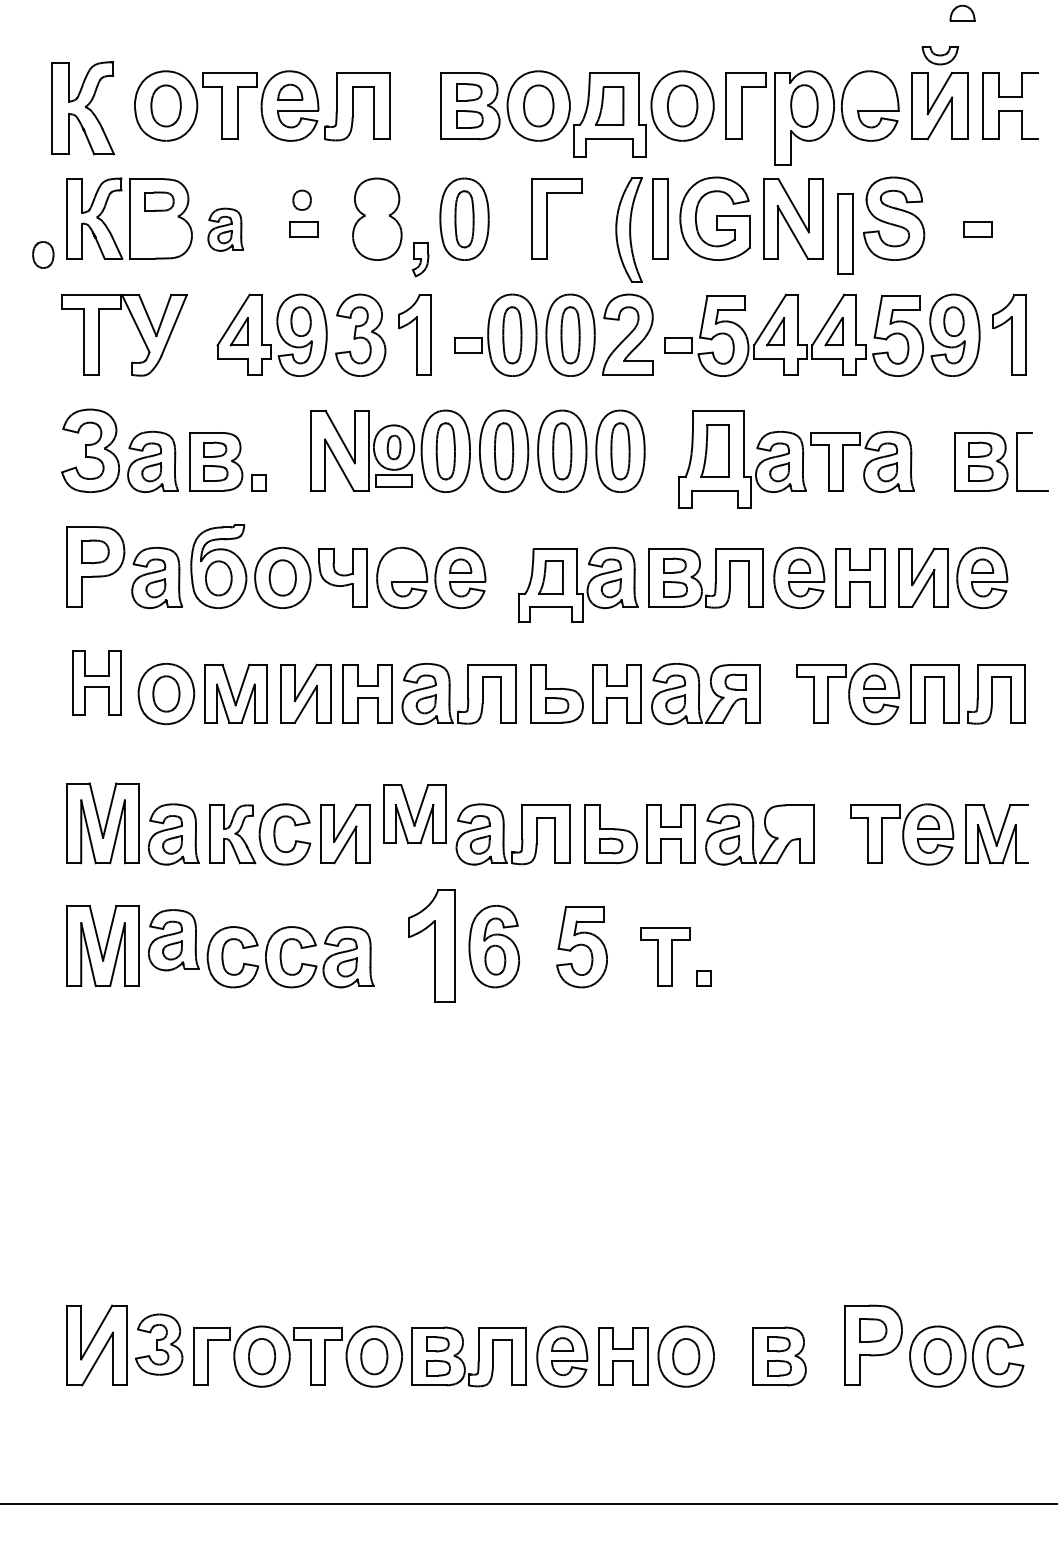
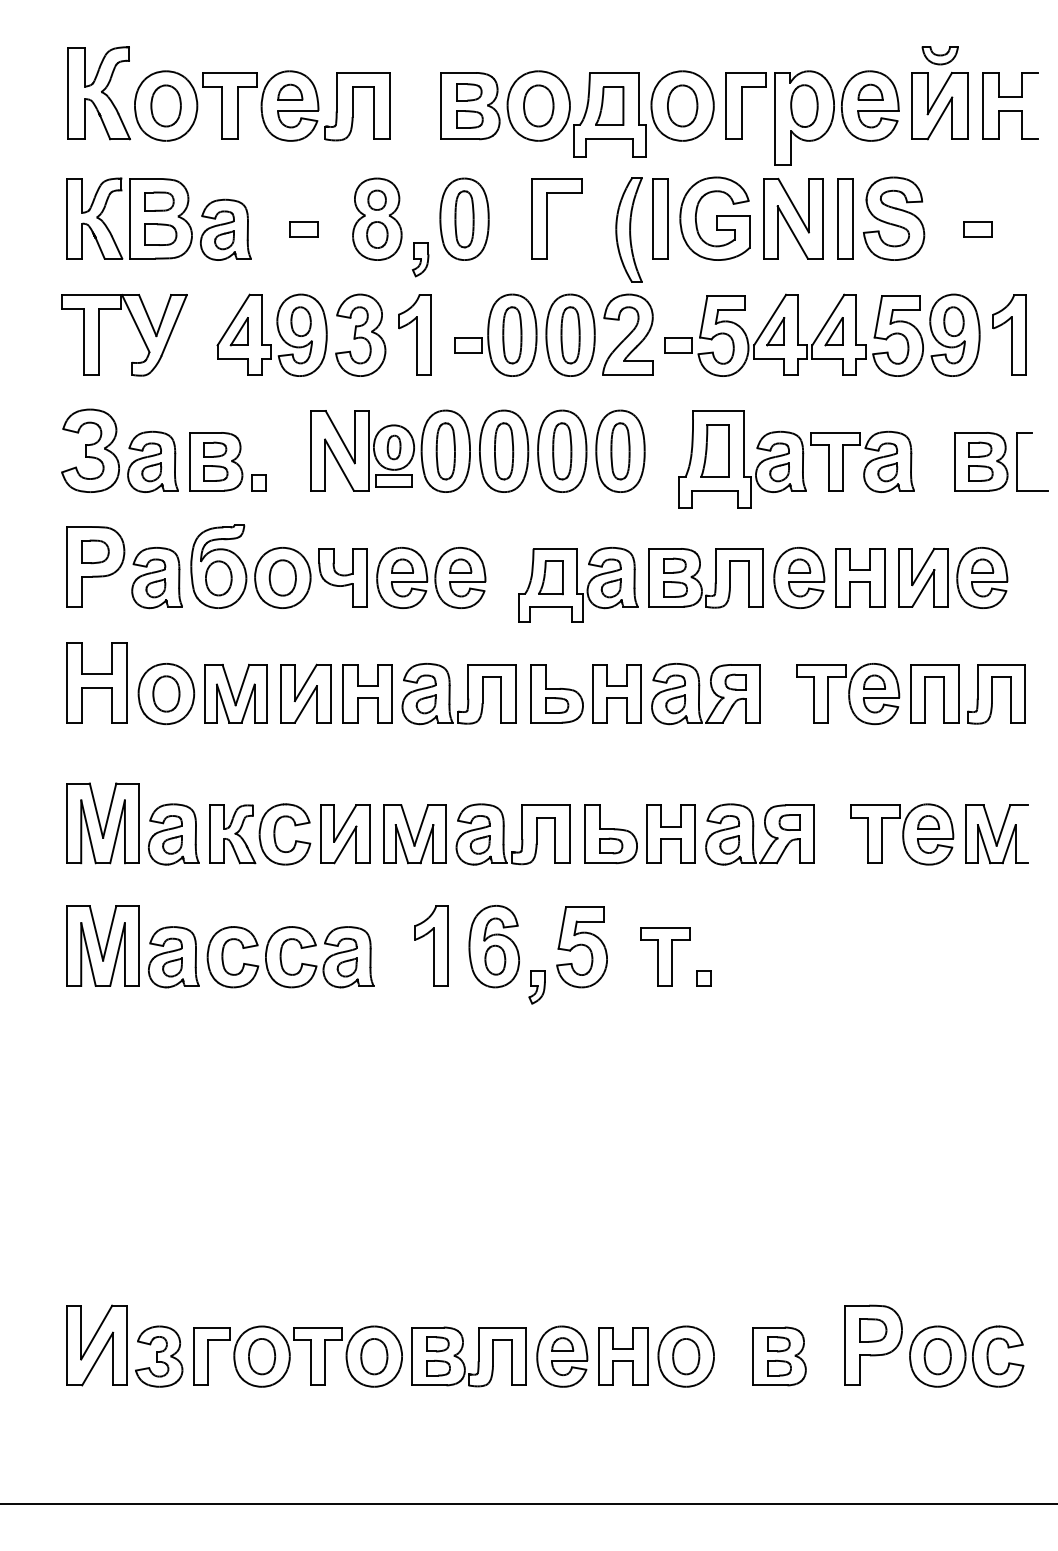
part at (962, 12) position: (962, 12) -> (870, 91)
part at (82, 108) position: (82, 108) -> (98, 93)
part at (301, 199) position: (301, 199) -> (376, 199)
part at (225, 229) size: 38x45 px -> 52x63 px
part at (845, 233) position: (845, 233) -> (845, 218)
part at (160, 234): none -> present
part at (43, 254) position: (43, 254) -> (377, 234)
part at (402, 565): none -> present
part at (96, 682) size: 50x66 px -> 62x82 px
part at (414, 814) position: (414, 814) -> (414, 834)
part at (789, 822): none -> present
part at (173, 940) position: (173, 940) -> (173, 957)
part at (431, 945) size: 48x114 px -> 35x82 px
part at (536, 987): none -> present
part at (159, 1344) position: (159, 1344) -> (159, 1356)
